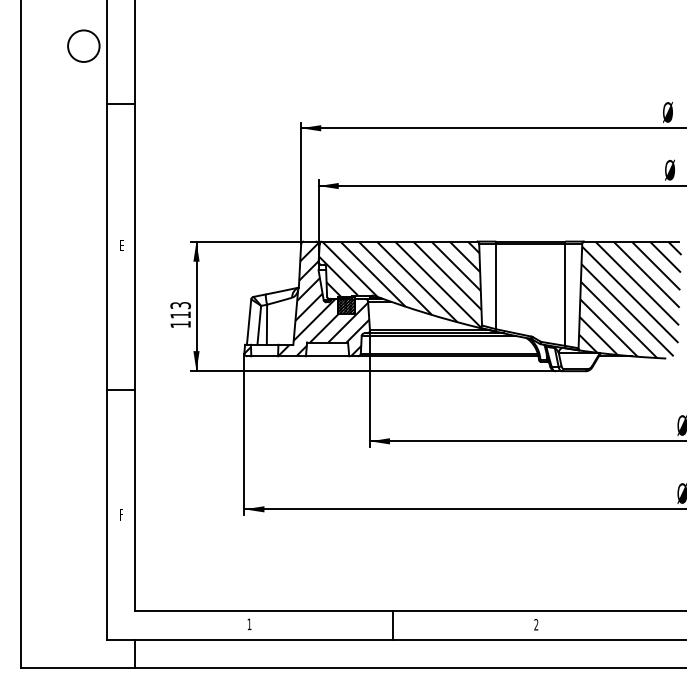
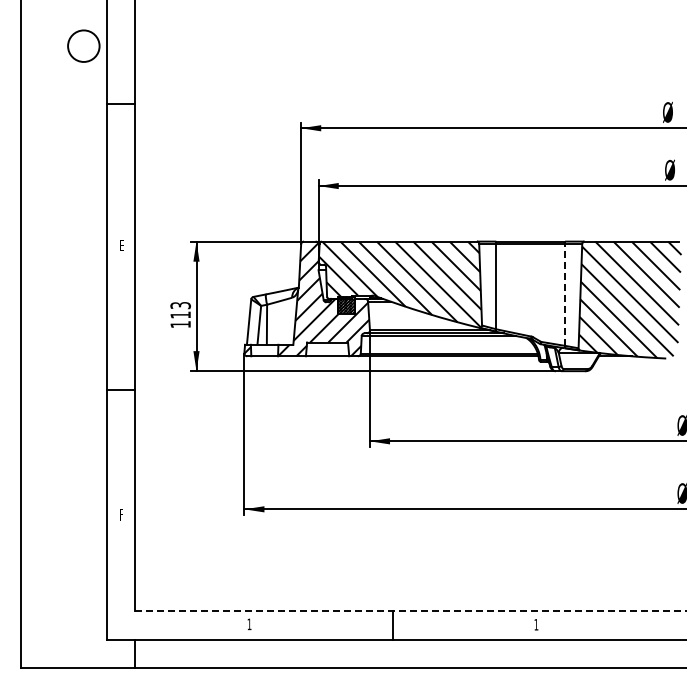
line at (565, 294): solid -> dashed
line at (411, 610): solid -> dashed
text at (536, 624): 2 -> 1
